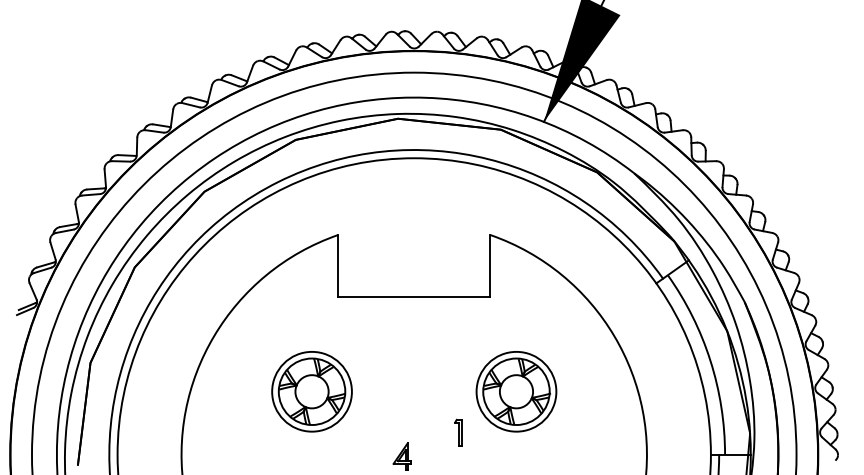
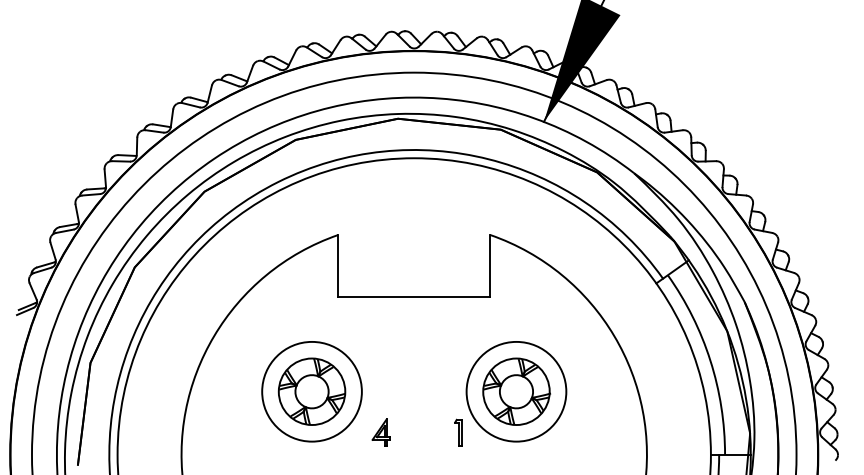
circle at (311, 391) diameter: 80 px -> 100 px
circle at (516, 391) diameter: 80 px -> 100 px
part at (401, 456) position: (401, 456) -> (380, 432)
